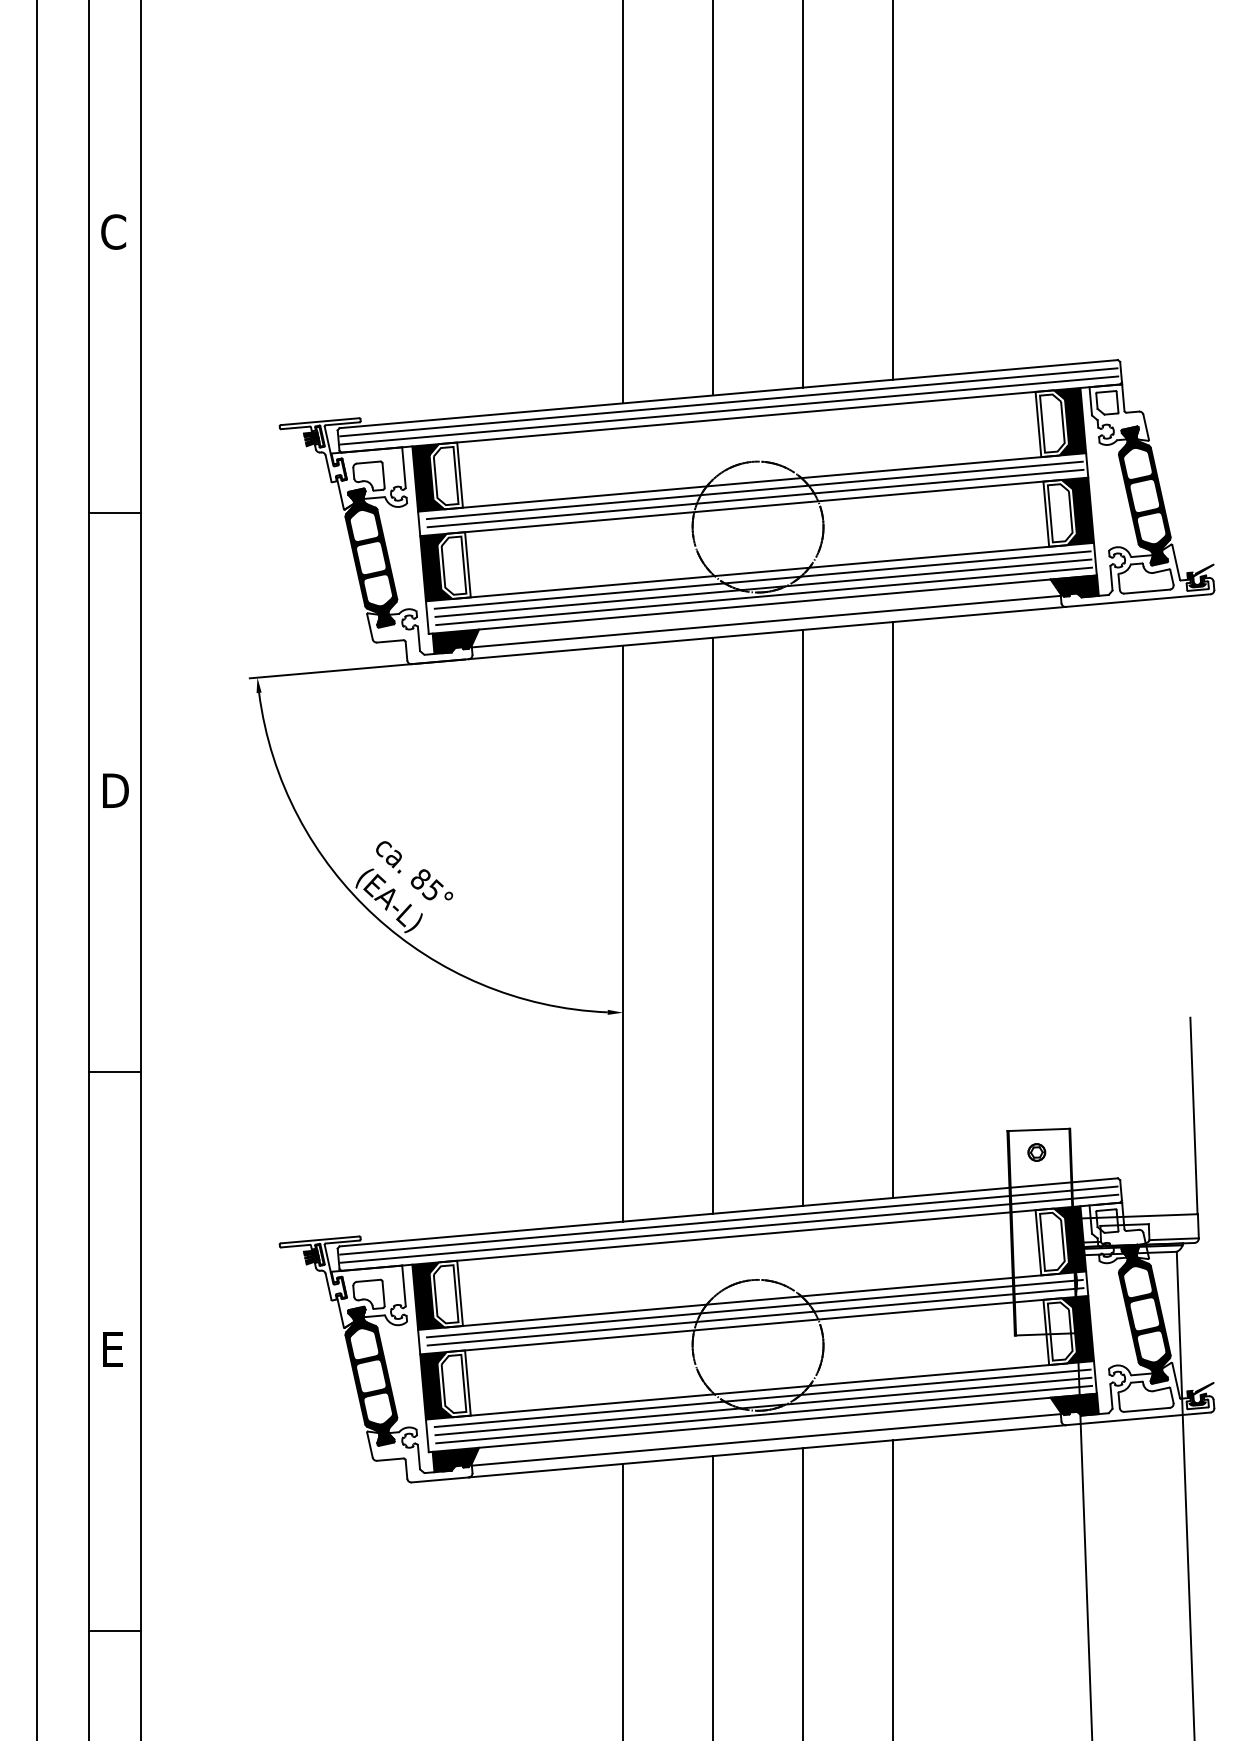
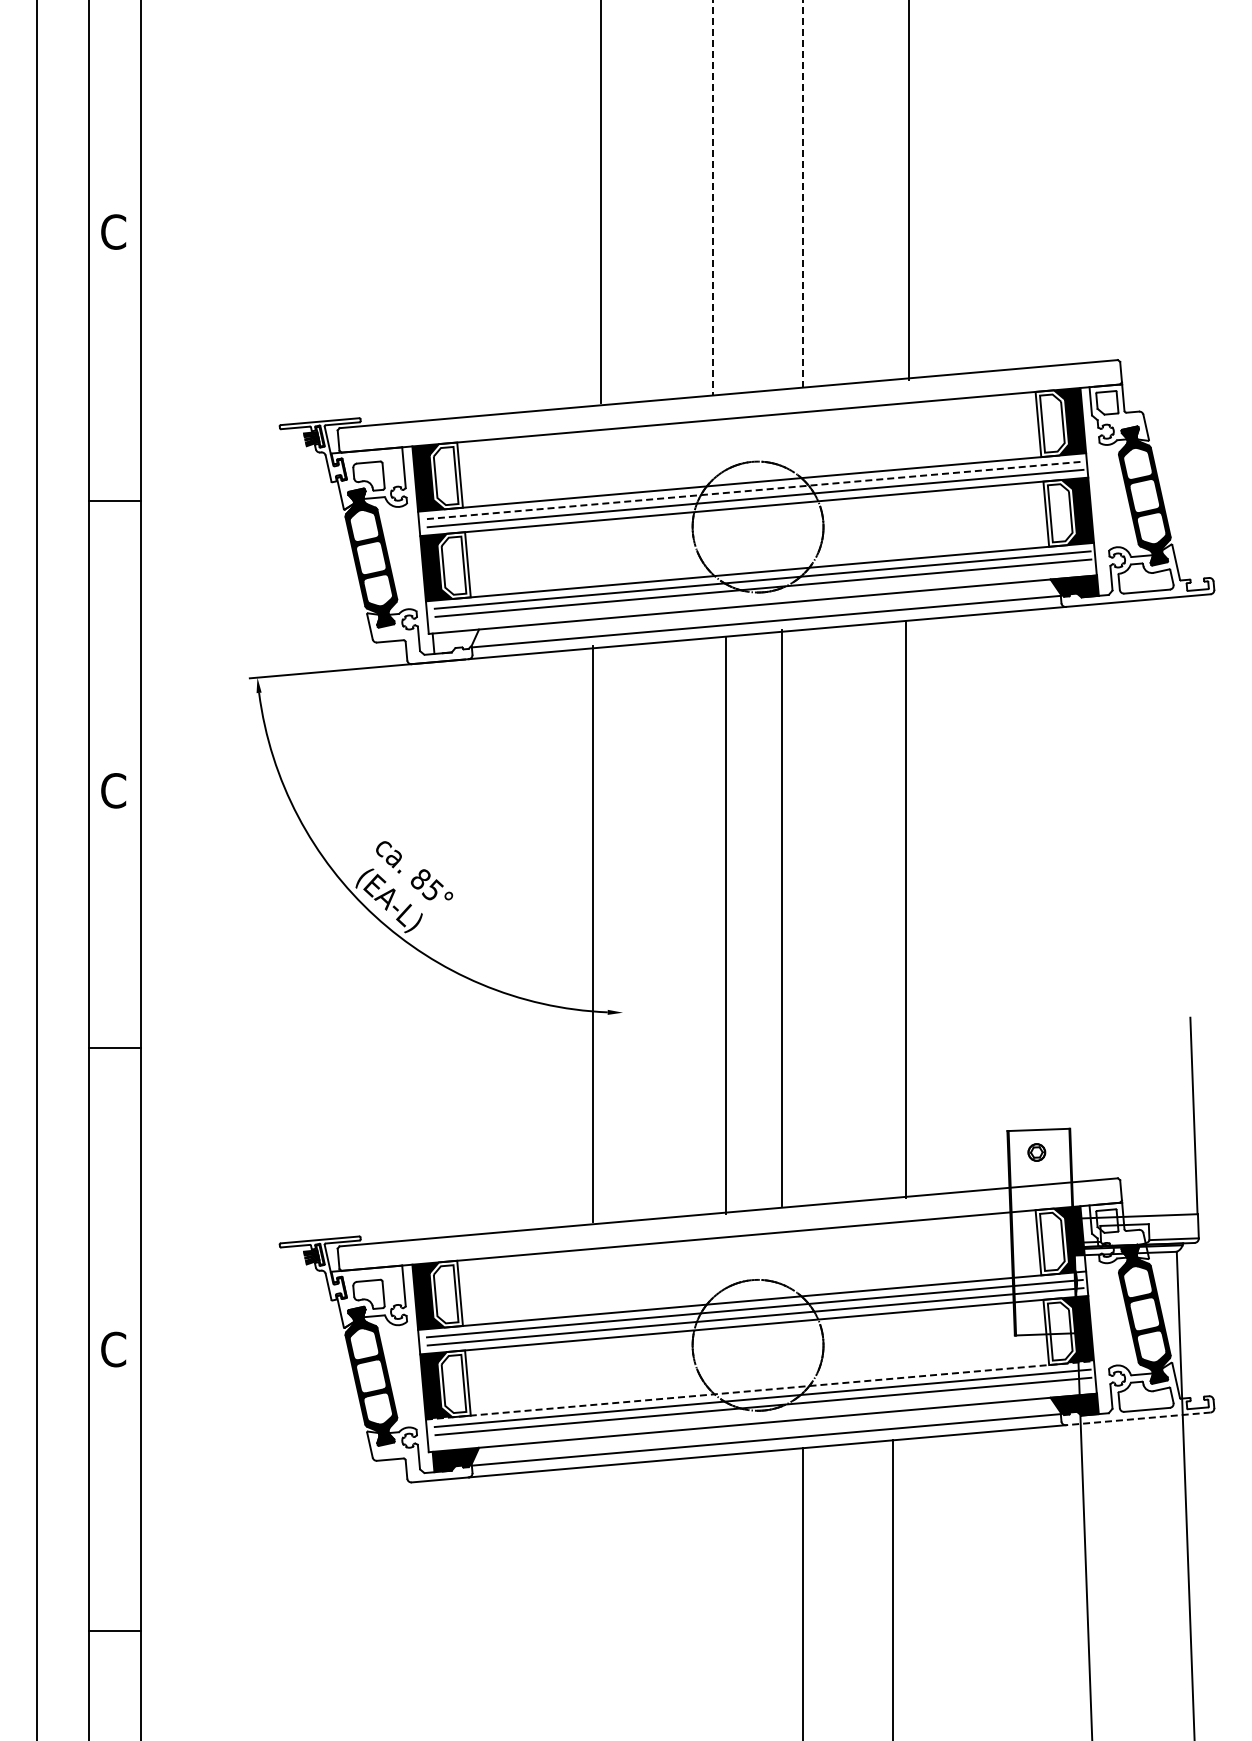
line at (893, 190) position: (893, 190) -> (909, 190)
line at (803, 193): solid -> dashed
line at (713, 198): solid -> dashed
line at (623, 202) position: (623, 202) -> (601, 202)
line at (728, 402): present -> none
line at (729, 410): present -> none
line at (755, 490): solid -> dashed
line at (114, 513) position: (114, 513) -> (114, 501)
fill at (1200, 575): present -> none
line at (764, 596): present -> none
fill at (455, 641): present -> none
text at (114, 790): D -> C
line at (893, 910) position: (893, 910) -> (906, 910)
line at (803, 917) position: (803, 917) -> (782, 917)
line at (713, 925) position: (713, 925) -> (726, 925)
line at (623, 933) position: (623, 933) -> (593, 933)
line at (114, 1071) position: (114, 1071) -> (114, 1047)
line at (728, 1220): present -> none
line at (729, 1228): present -> none
fill at (1080, 1263): present -> none
text at (113, 1349): E -> C
line at (760, 1390): solid -> dashed
fill at (1200, 1393): present -> none
line at (764, 1414): present -> none
line at (1138, 1418): solid -> dashed
line at (713, 1596): present -> none
line at (623, 1600): present -> none
